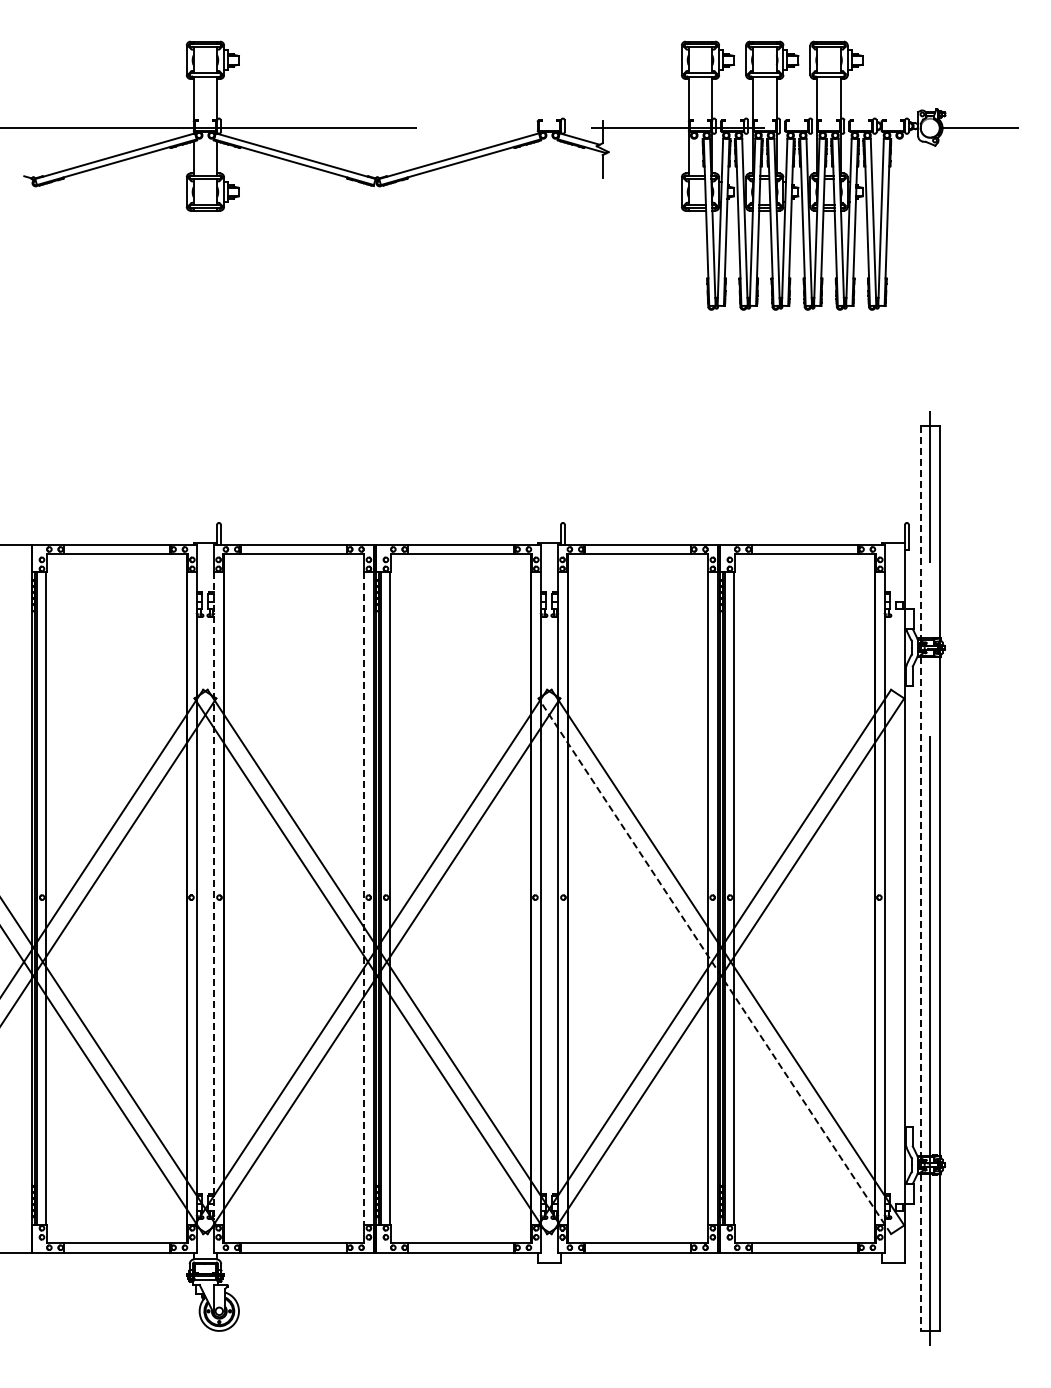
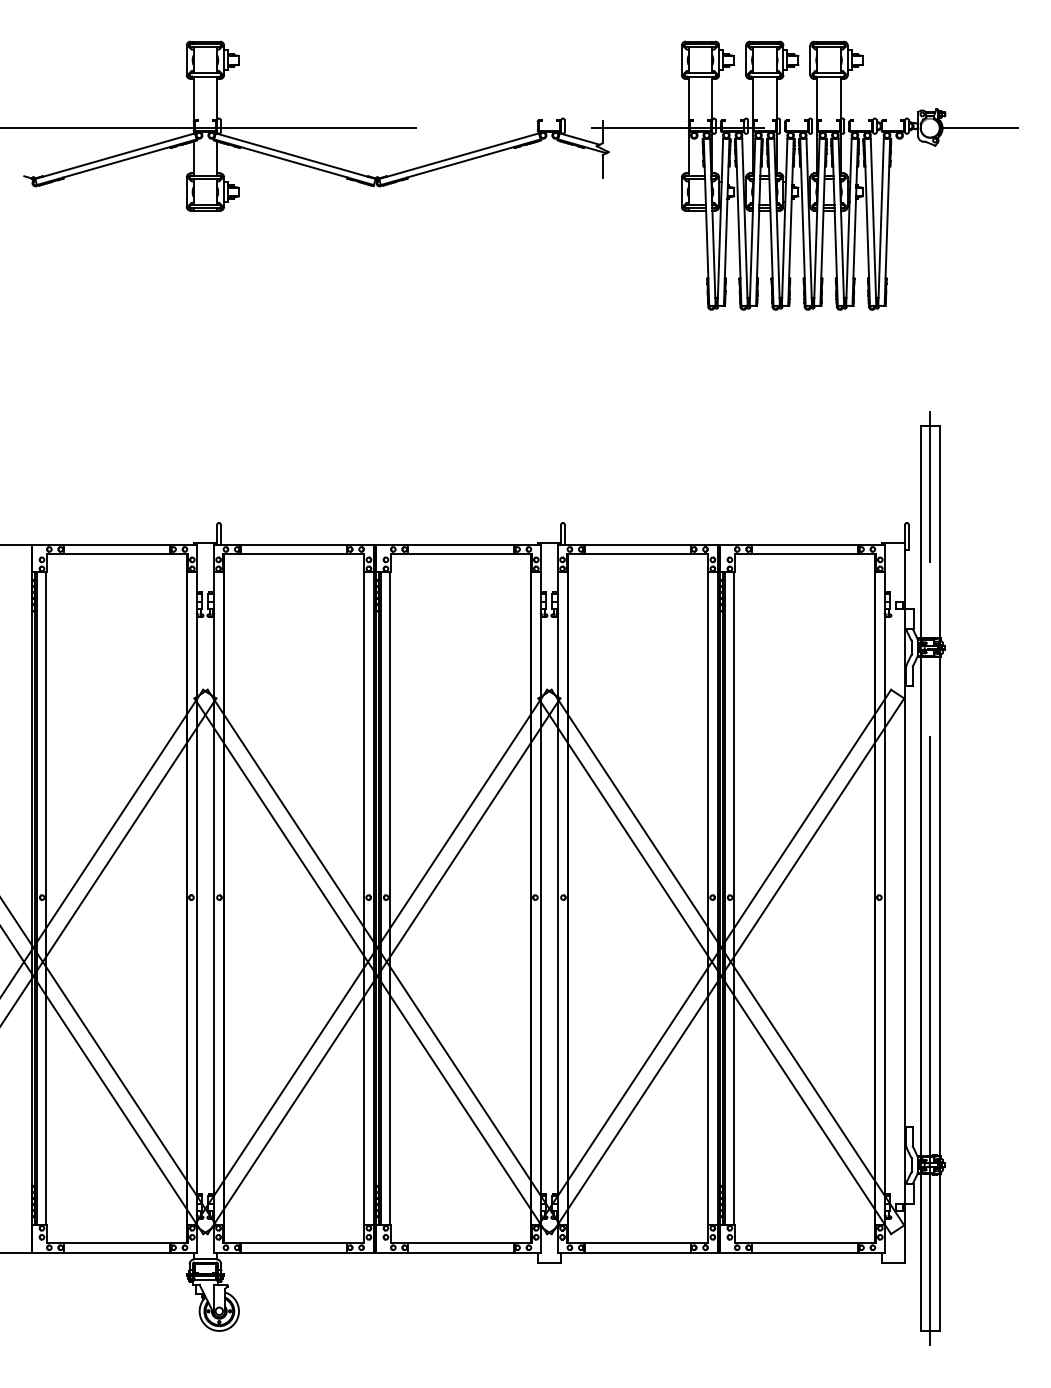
line at (920, 879): dashed -> solid
line at (214, 898): dashed -> solid
line at (364, 898): dashed -> solid
line at (714, 966): dashed -> solid
